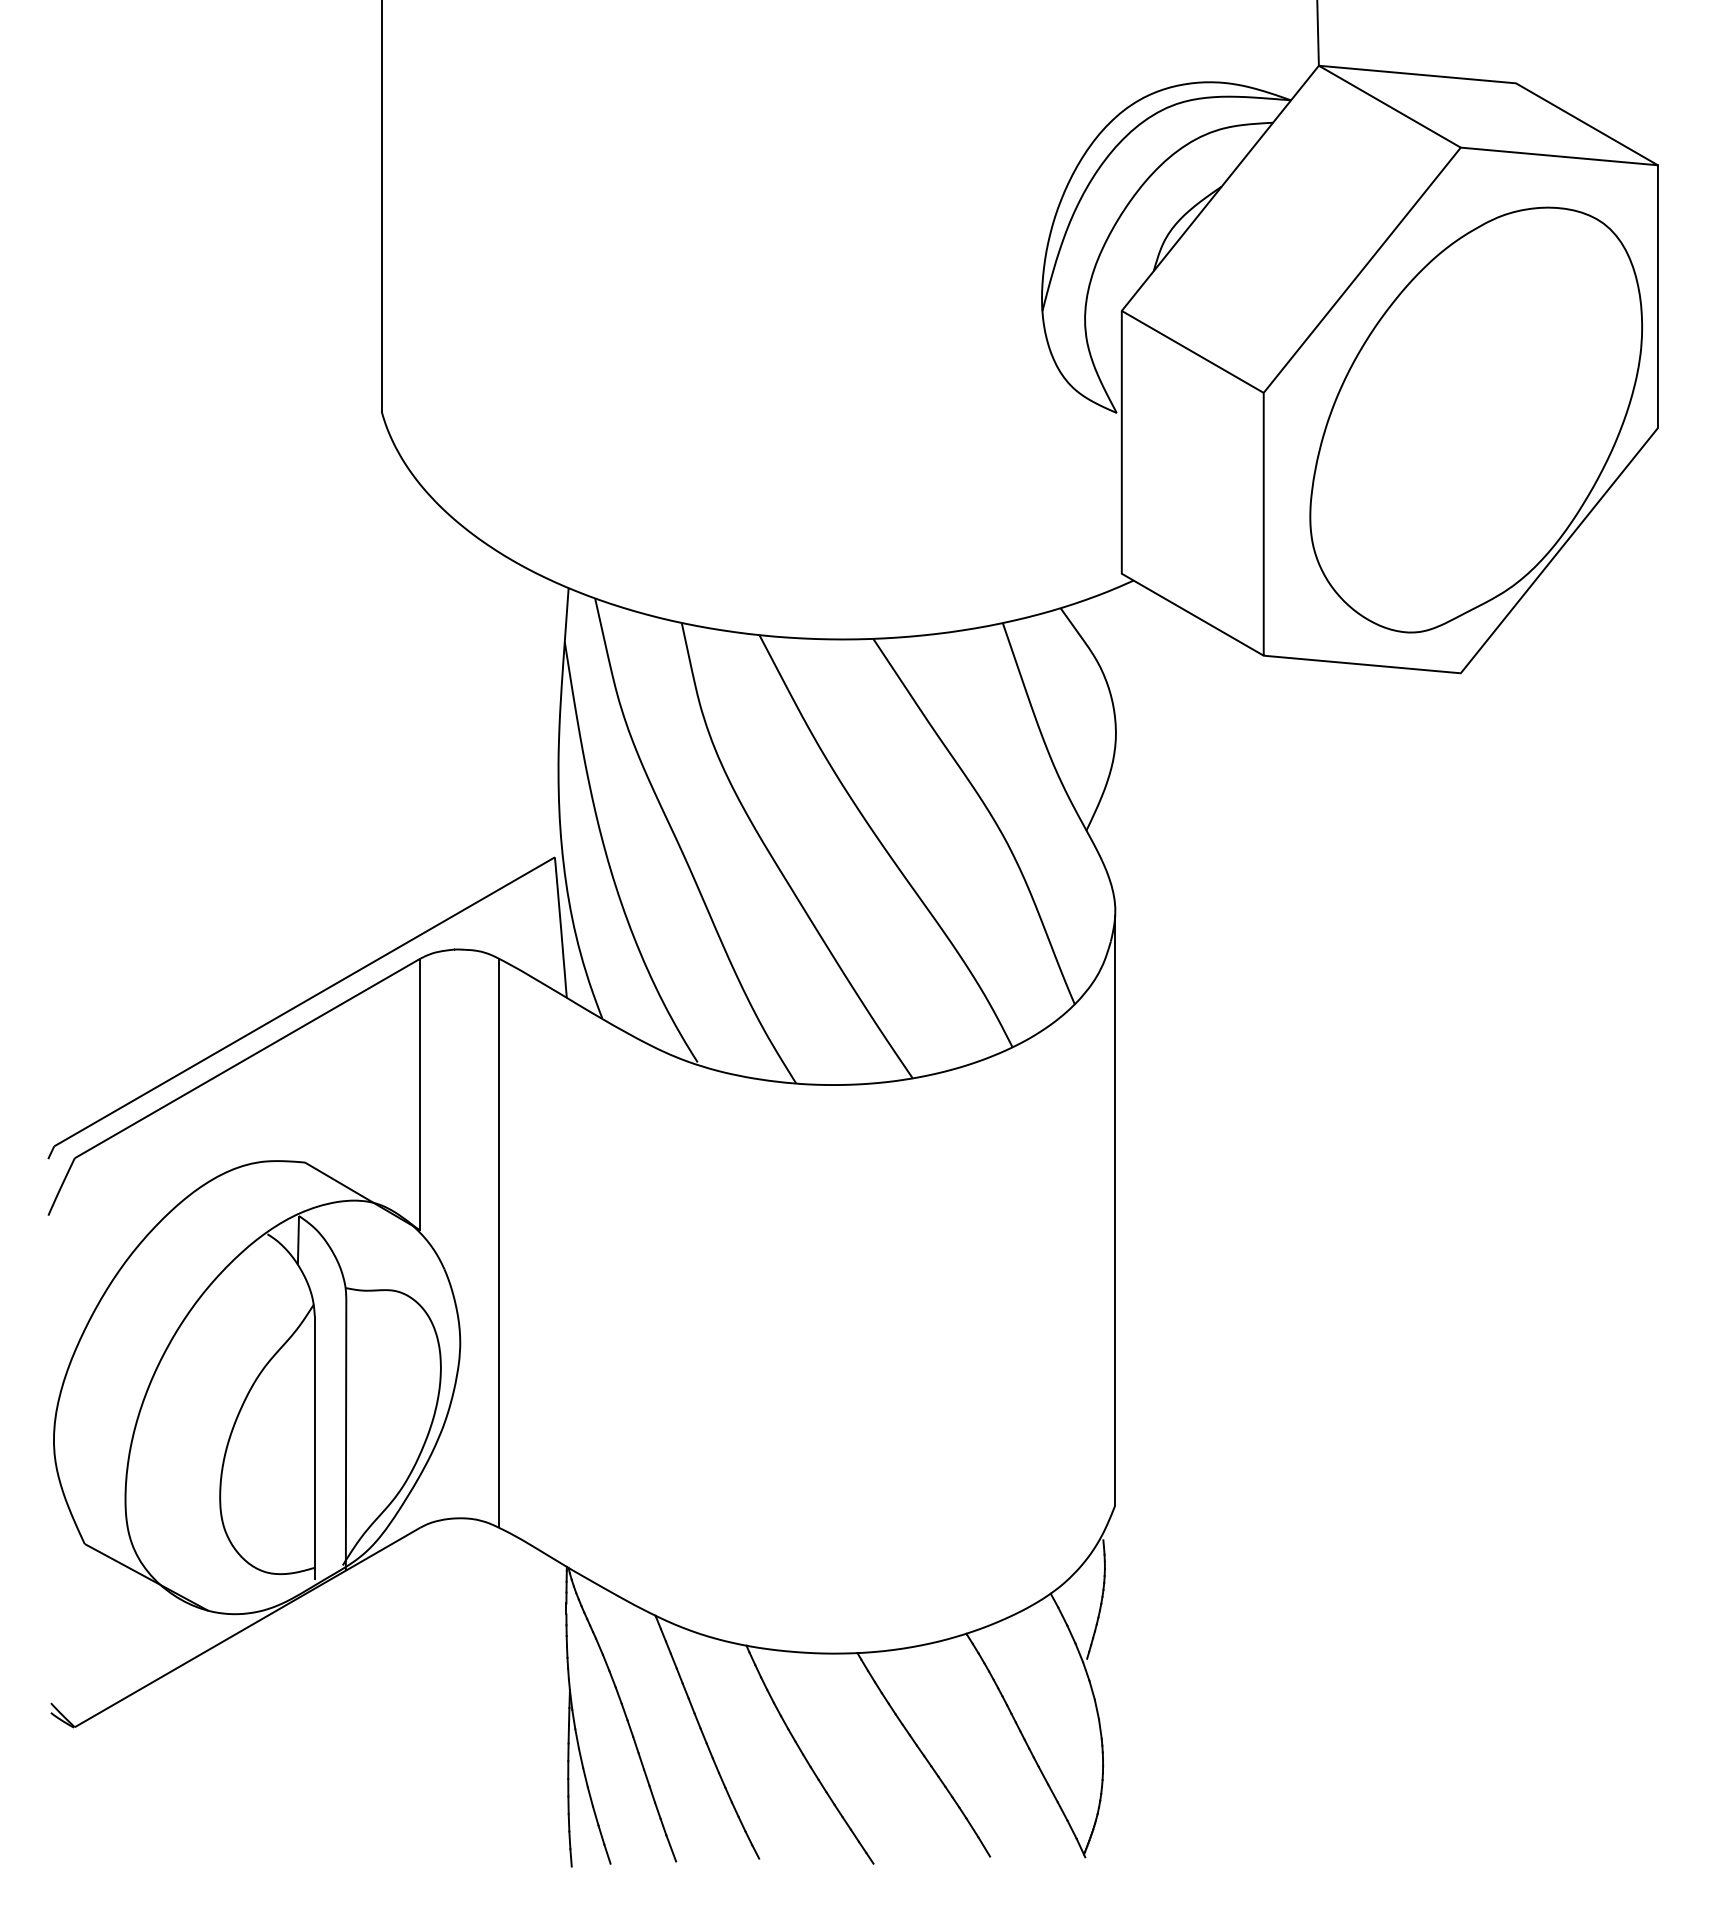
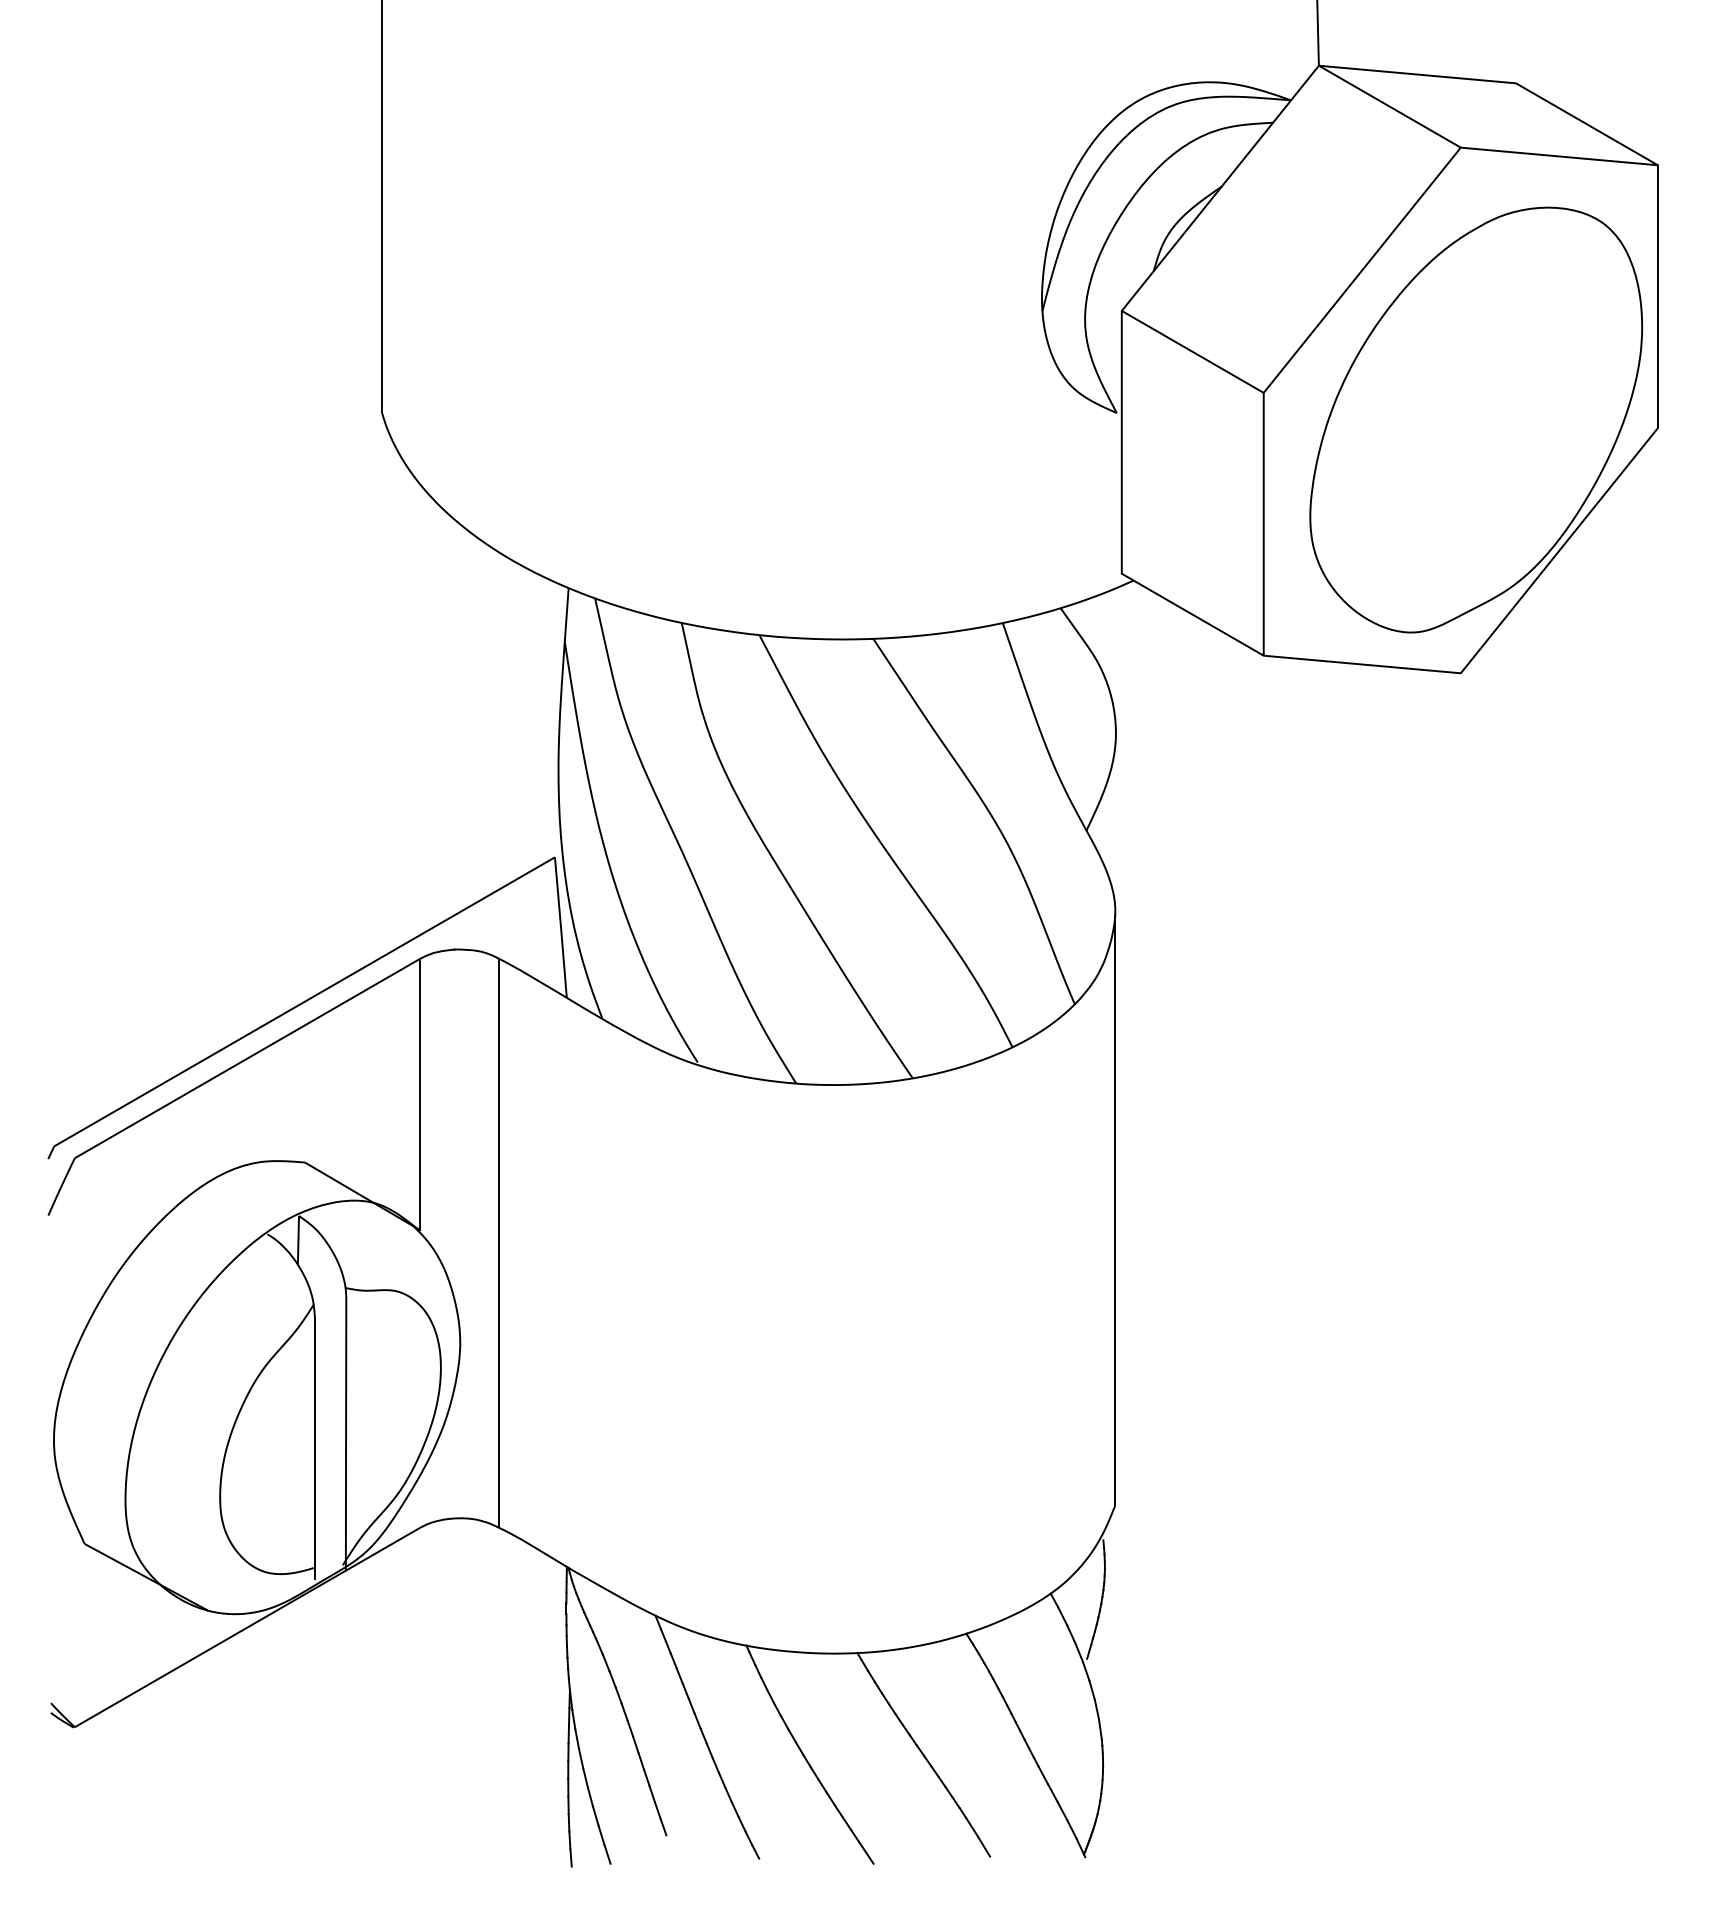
line at (671, 1848): present -> none
